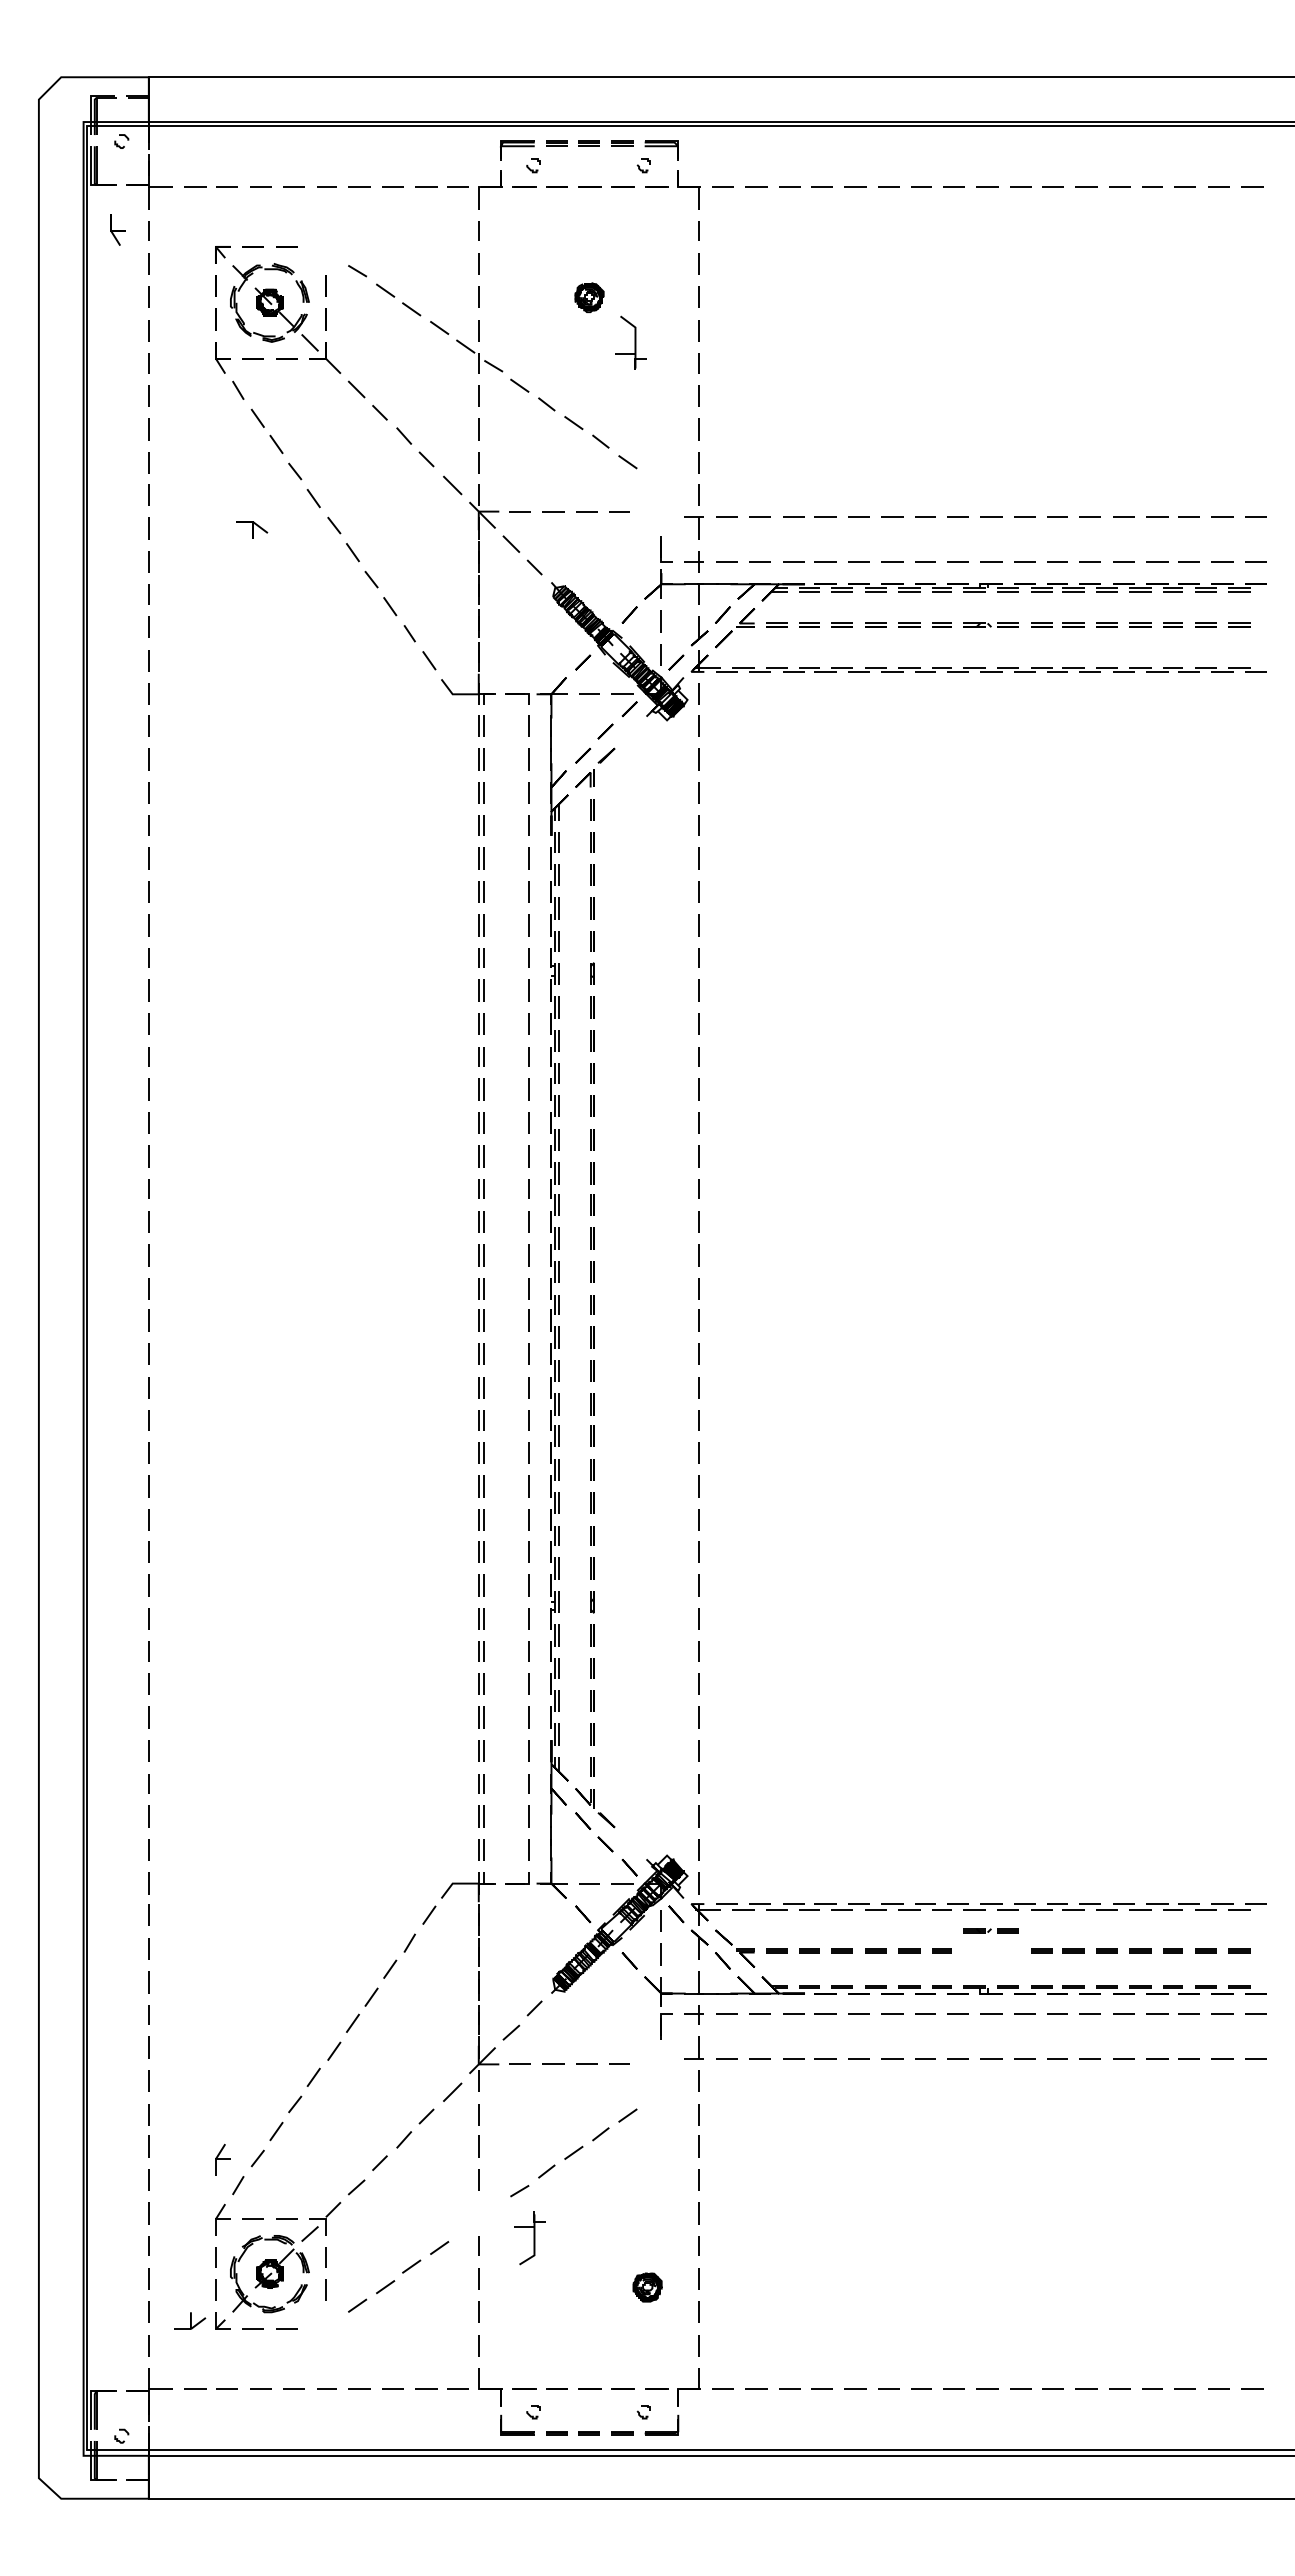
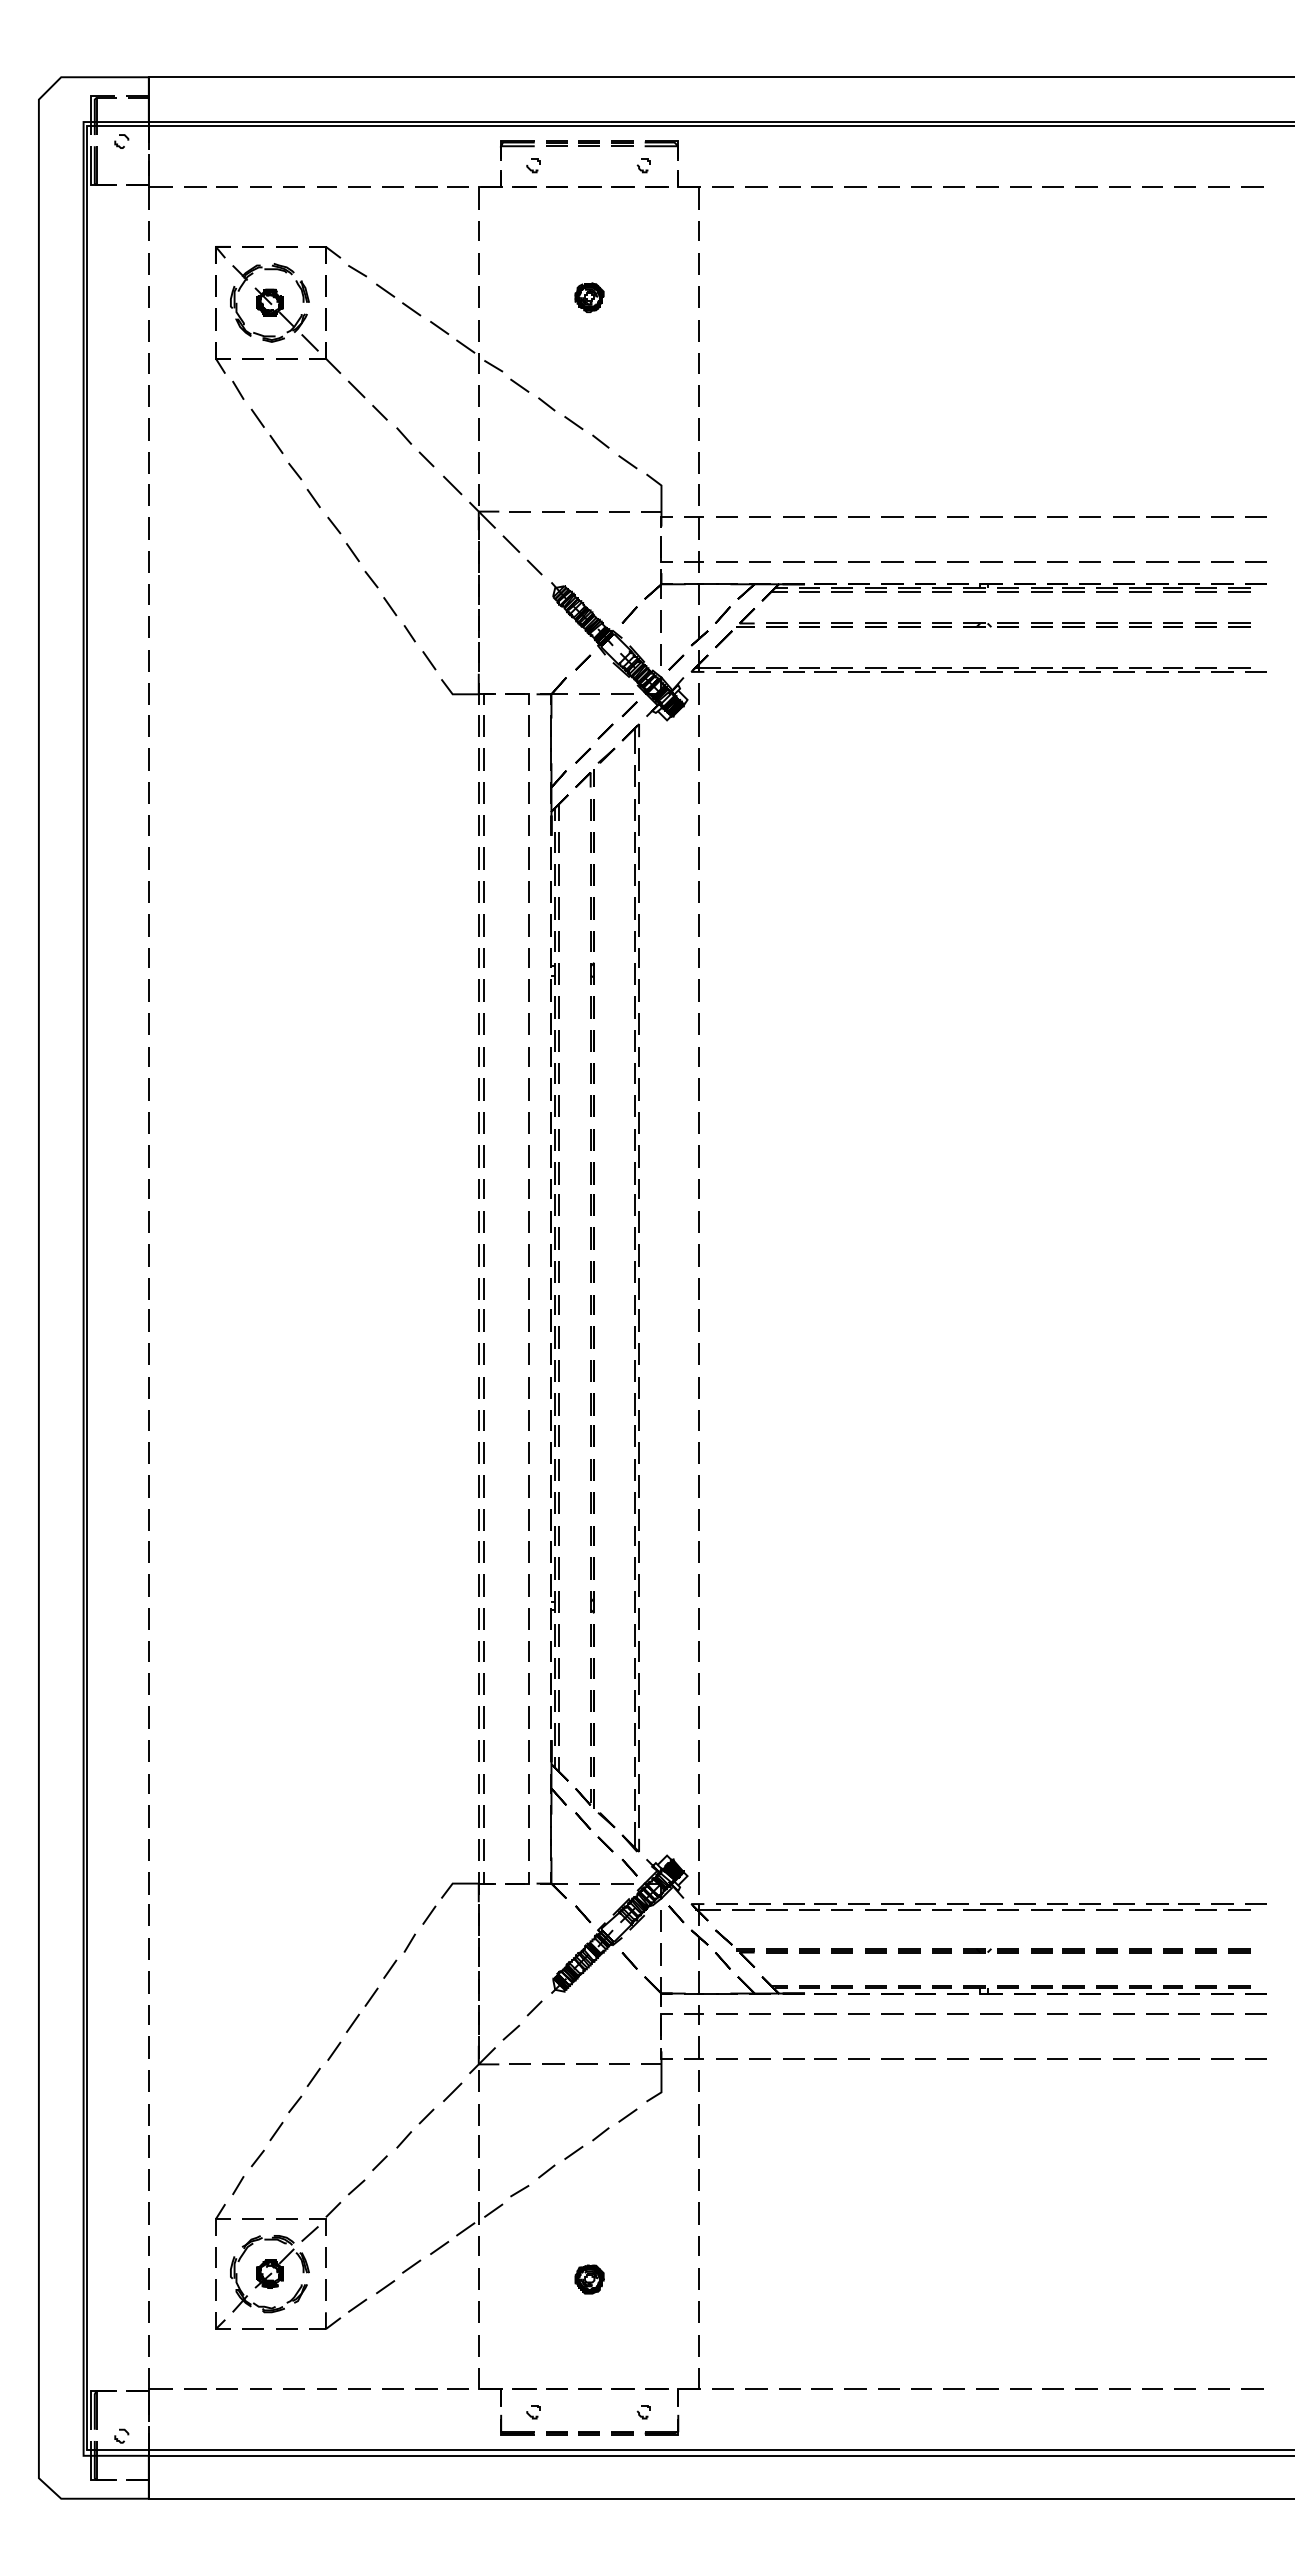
part at (117, 229): present -> none
part at (630, 342) position: (630, 342) -> (656, 500)
part at (252, 529) position: (252, 529) -> (325, 254)
part at (634, 1282): none -> present
part at (990, 1930) position: (990, 1930) -> (990, 1950)
part at (222, 2159): present -> none
part at (479, 2219): none -> present
part at (529, 2238) position: (529, 2238) -> (656, 2075)
part at (647, 2287) position: (647, 2287) -> (589, 2279)
part at (190, 2320) position: (190, 2320) -> (325, 2320)
